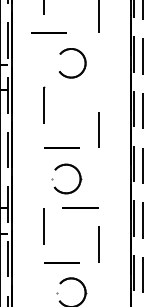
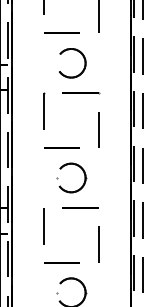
line at (48, 32) position: (48, 32) -> (61, 32)
line at (81, 93): none -> present
line at (44, 104) position: (44, 104) -> (44, 110)
part at (72, 167) position: (72, 167) -> (77, 166)
